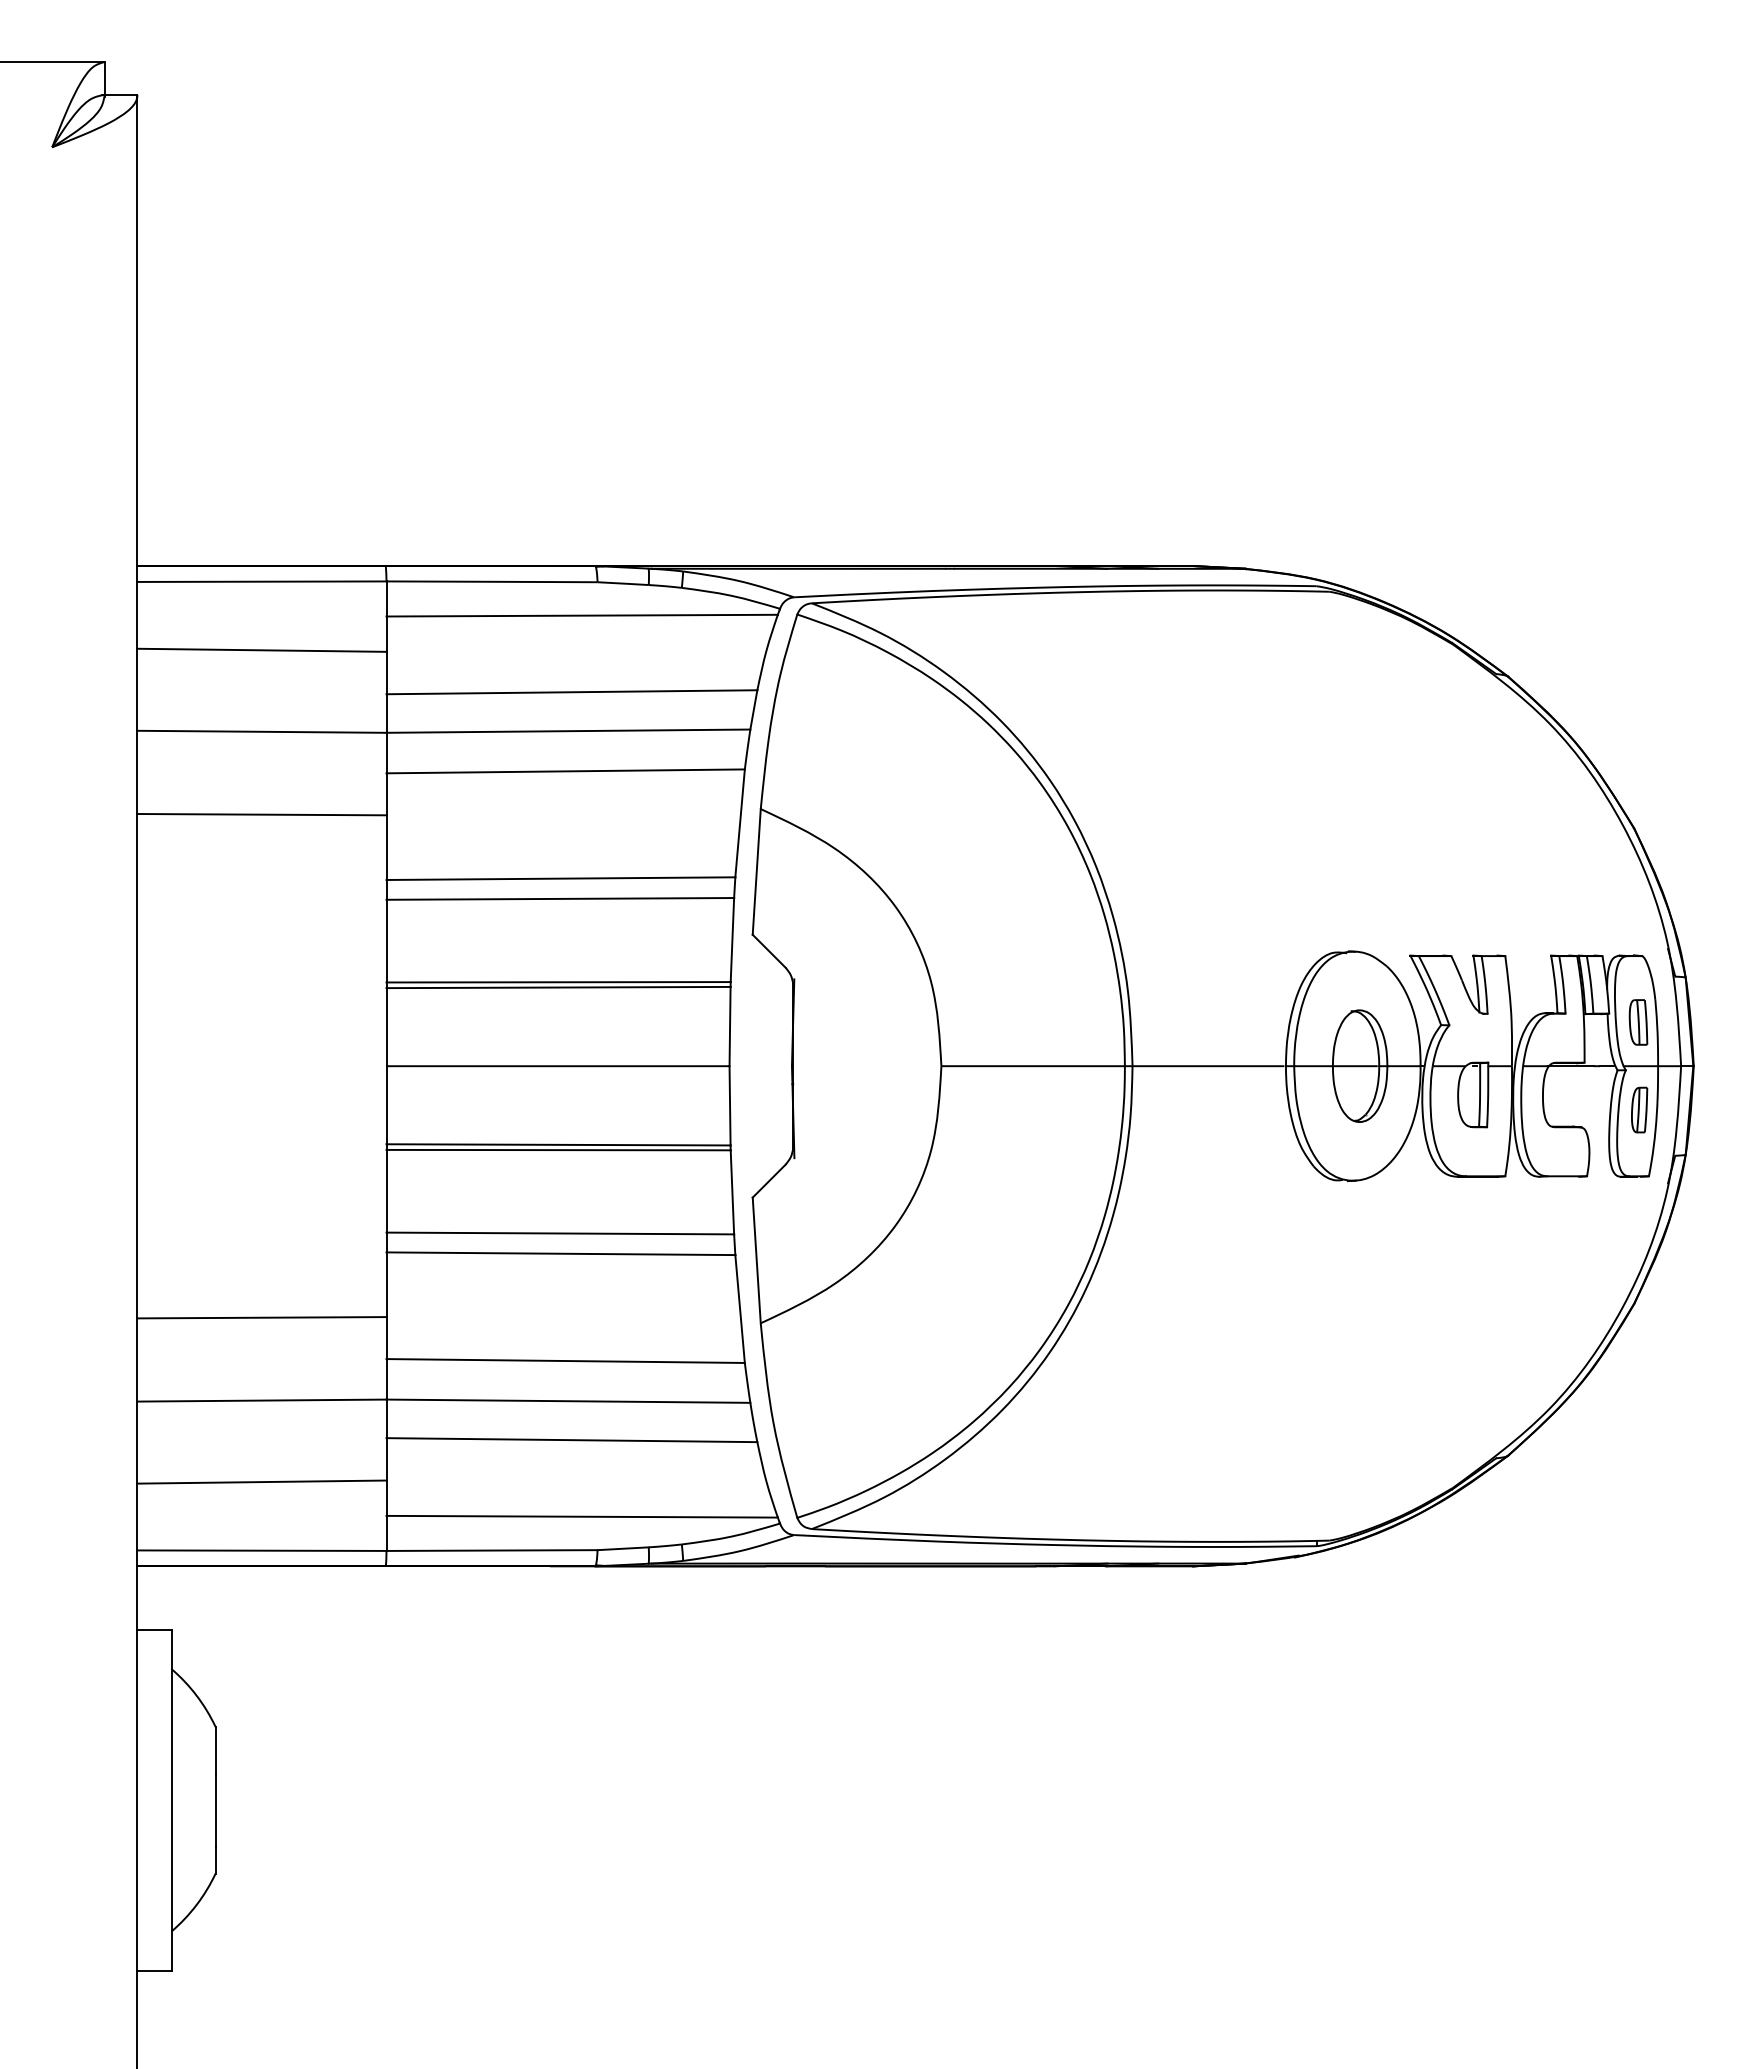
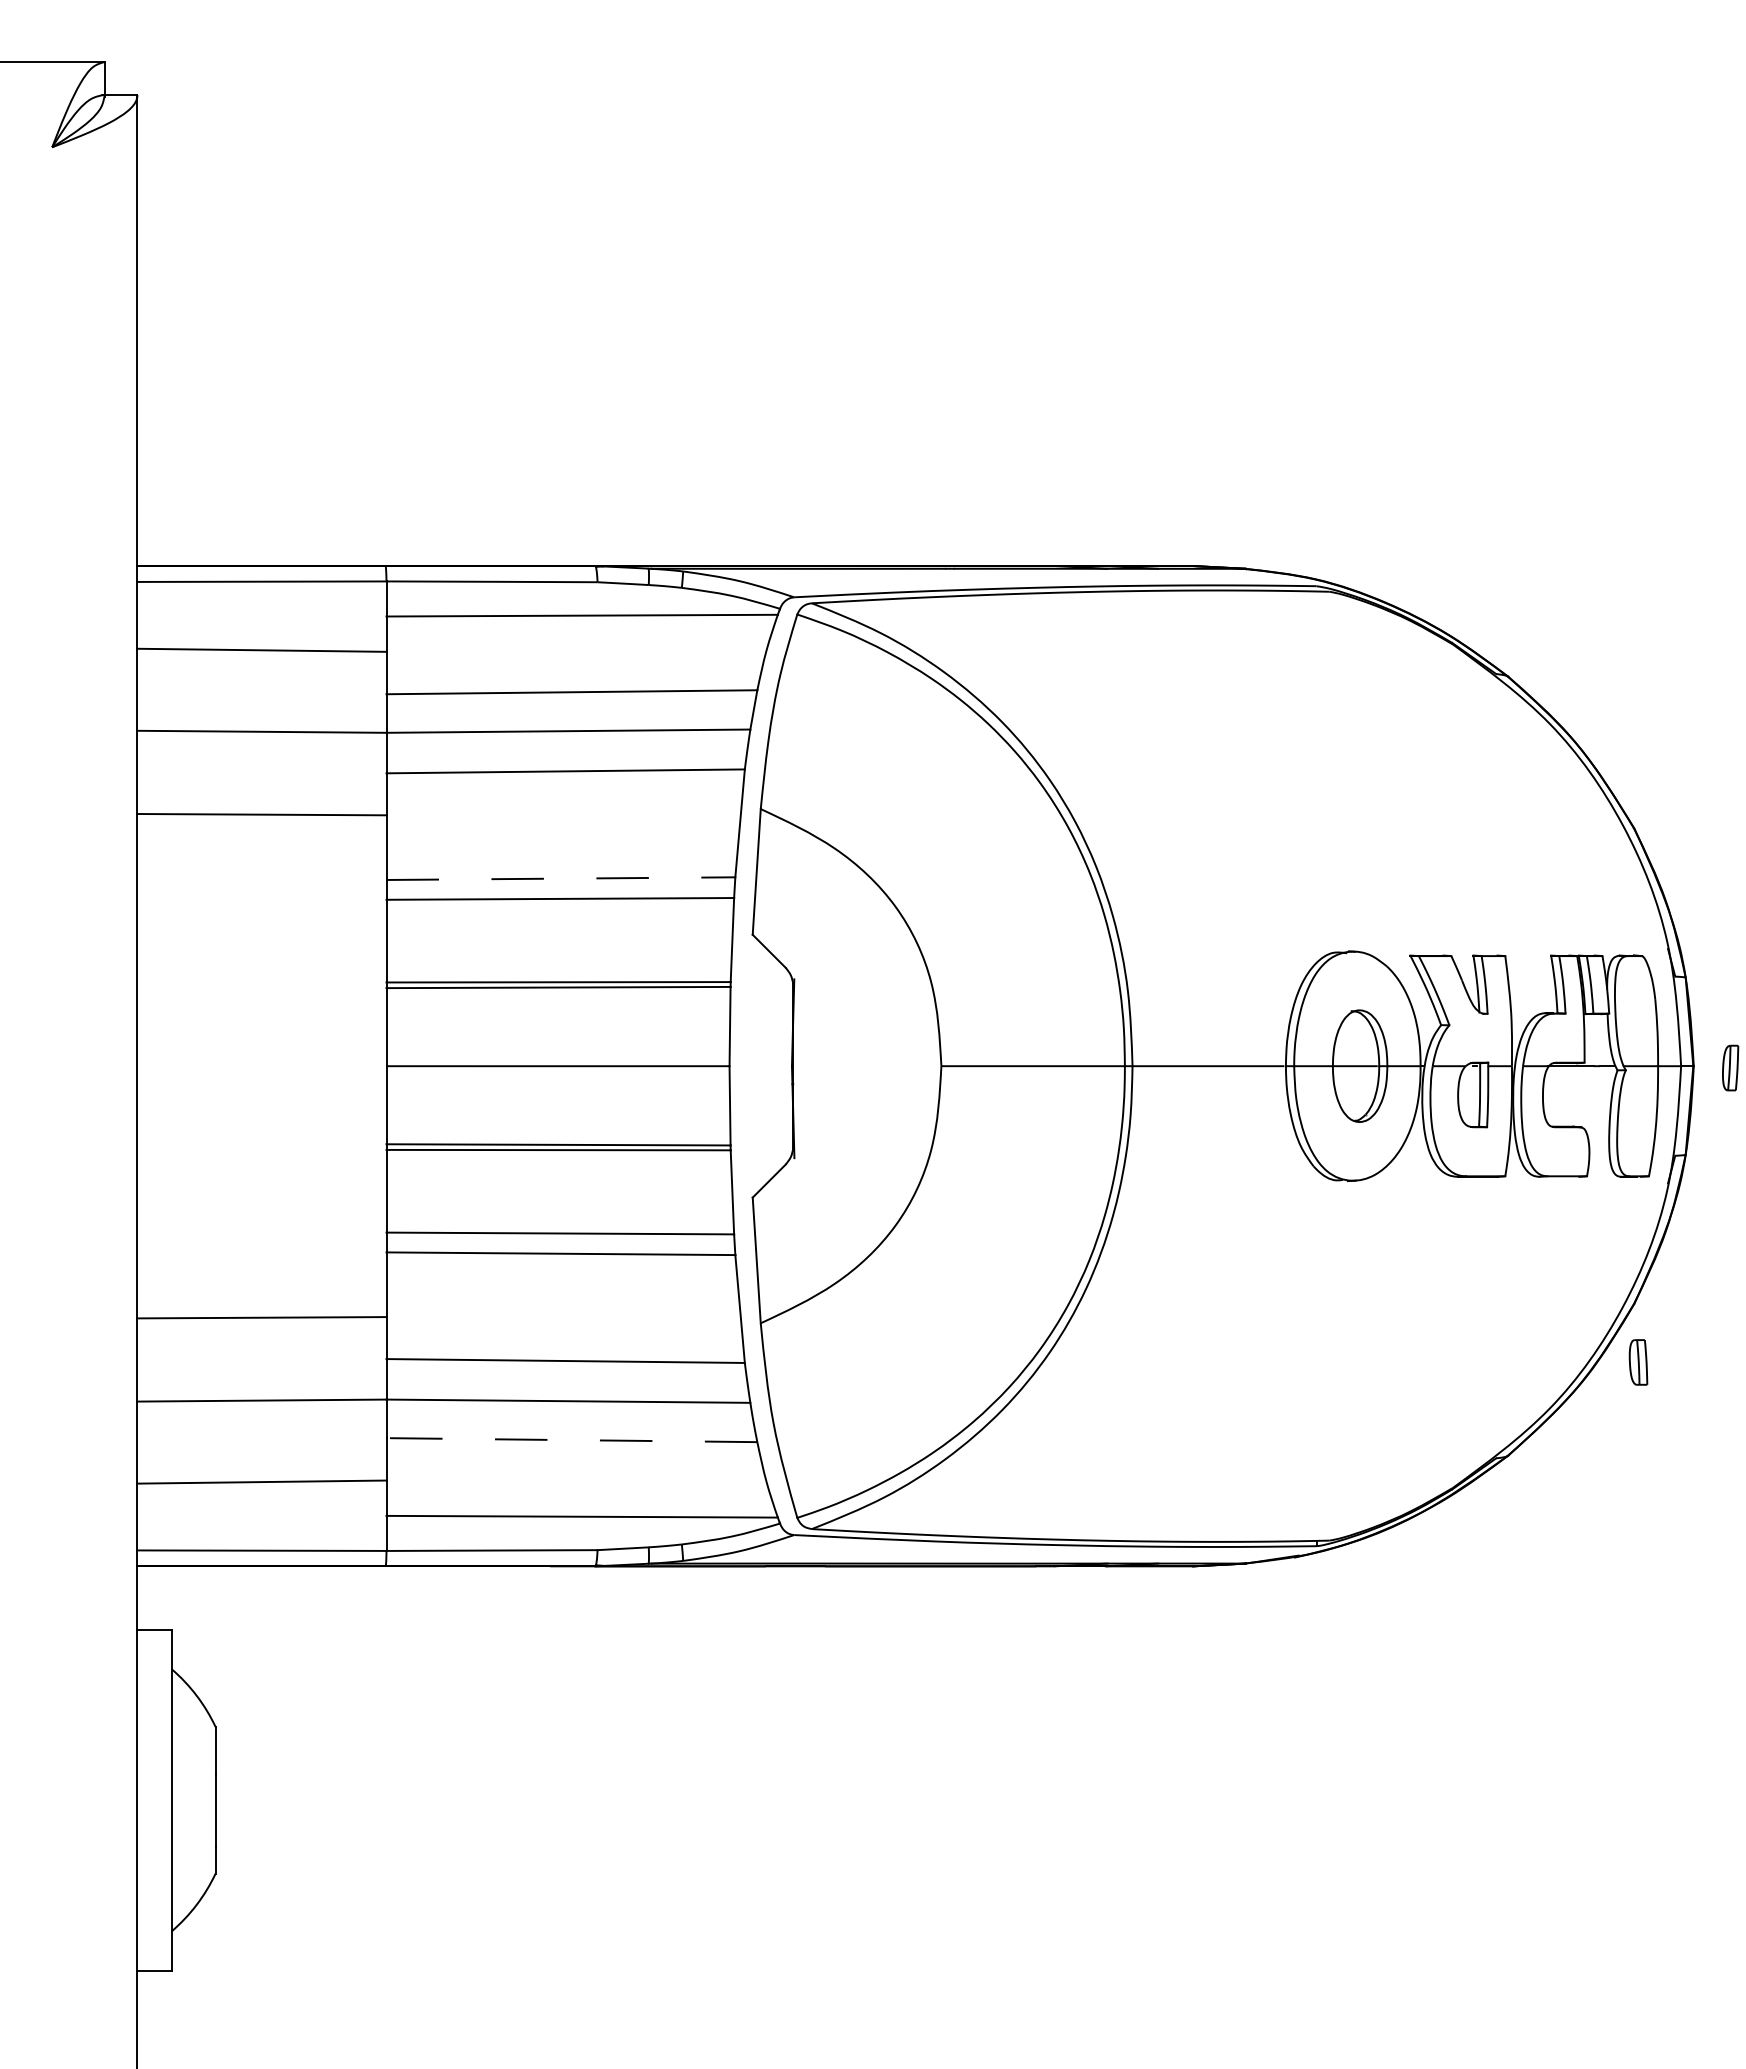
line at (561, 878): solid -> dashed
part at (1638, 1022) position: (1638, 1022) -> (1638, 1362)
part at (1639, 1109) position: (1639, 1109) -> (1730, 1067)
line at (571, 1440): solid -> dashed
